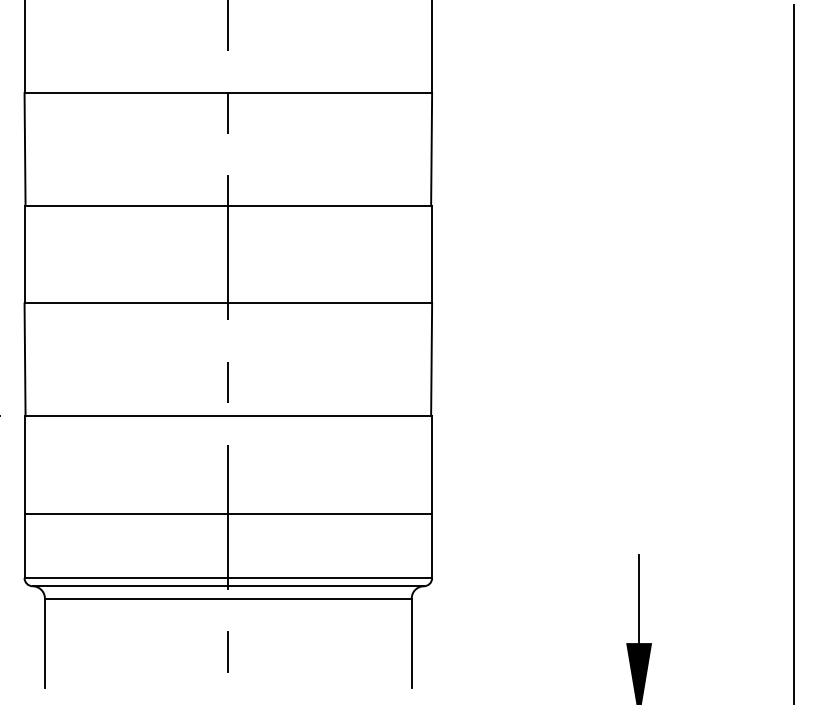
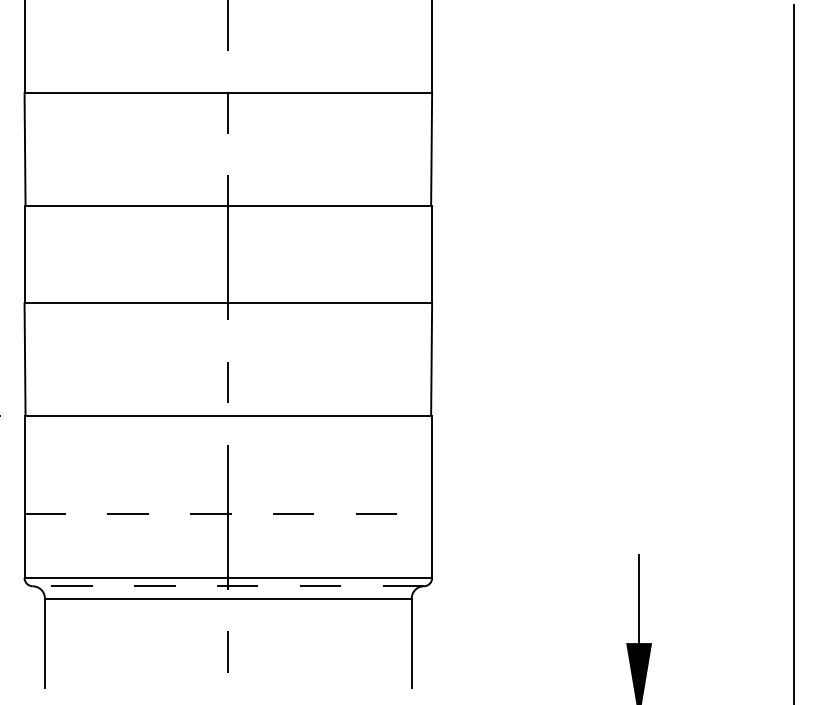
line at (228, 513): solid -> dashed
line at (228, 586): solid -> dashed
